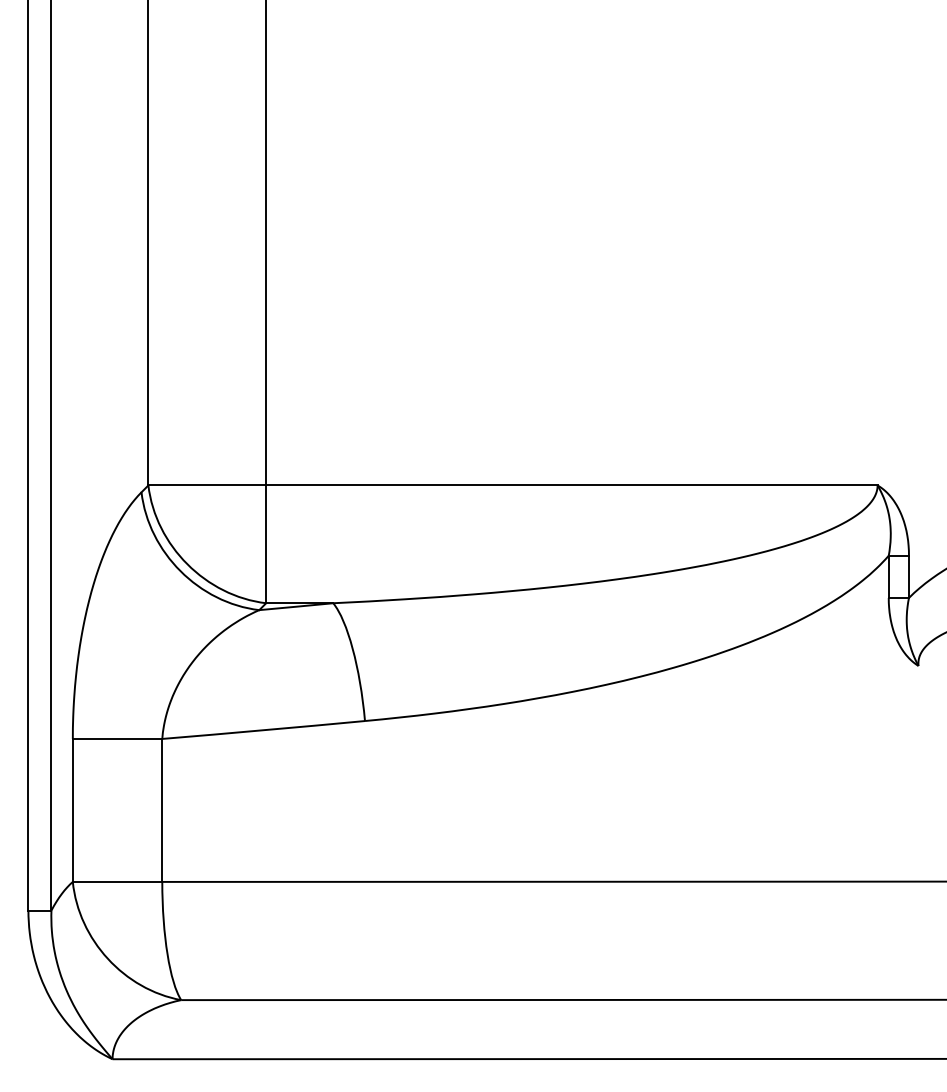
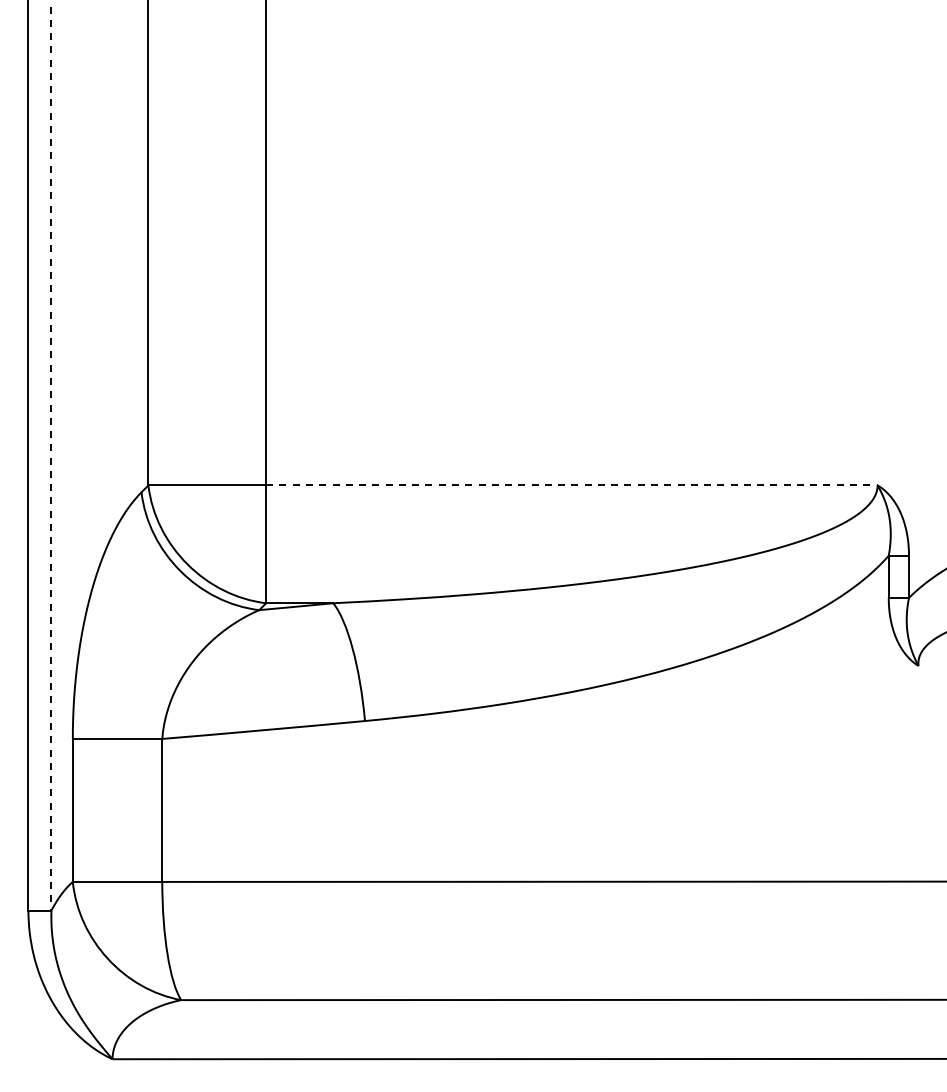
line at (51, 455): solid -> dashed
line at (571, 485): solid -> dashed
